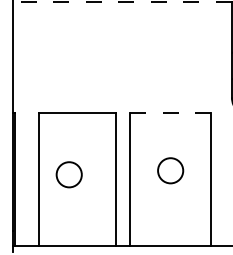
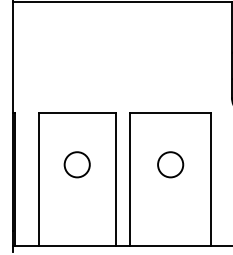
line at (122, 2): dashed -> solid
line at (170, 112): dashed -> solid
circle at (170, 170) position: (170, 170) -> (170, 164)
circle at (68, 174) position: (68, 174) -> (76, 164)
